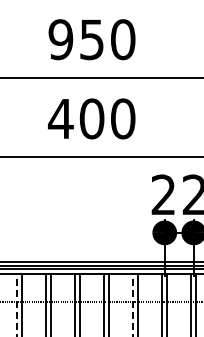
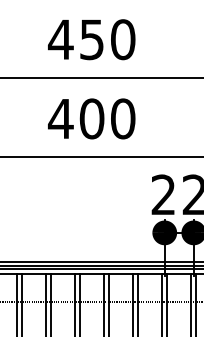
text at (60, 39): 950 -> 450
line at (16, 305): dashed -> solid
line at (133, 305): dashed -> solid
